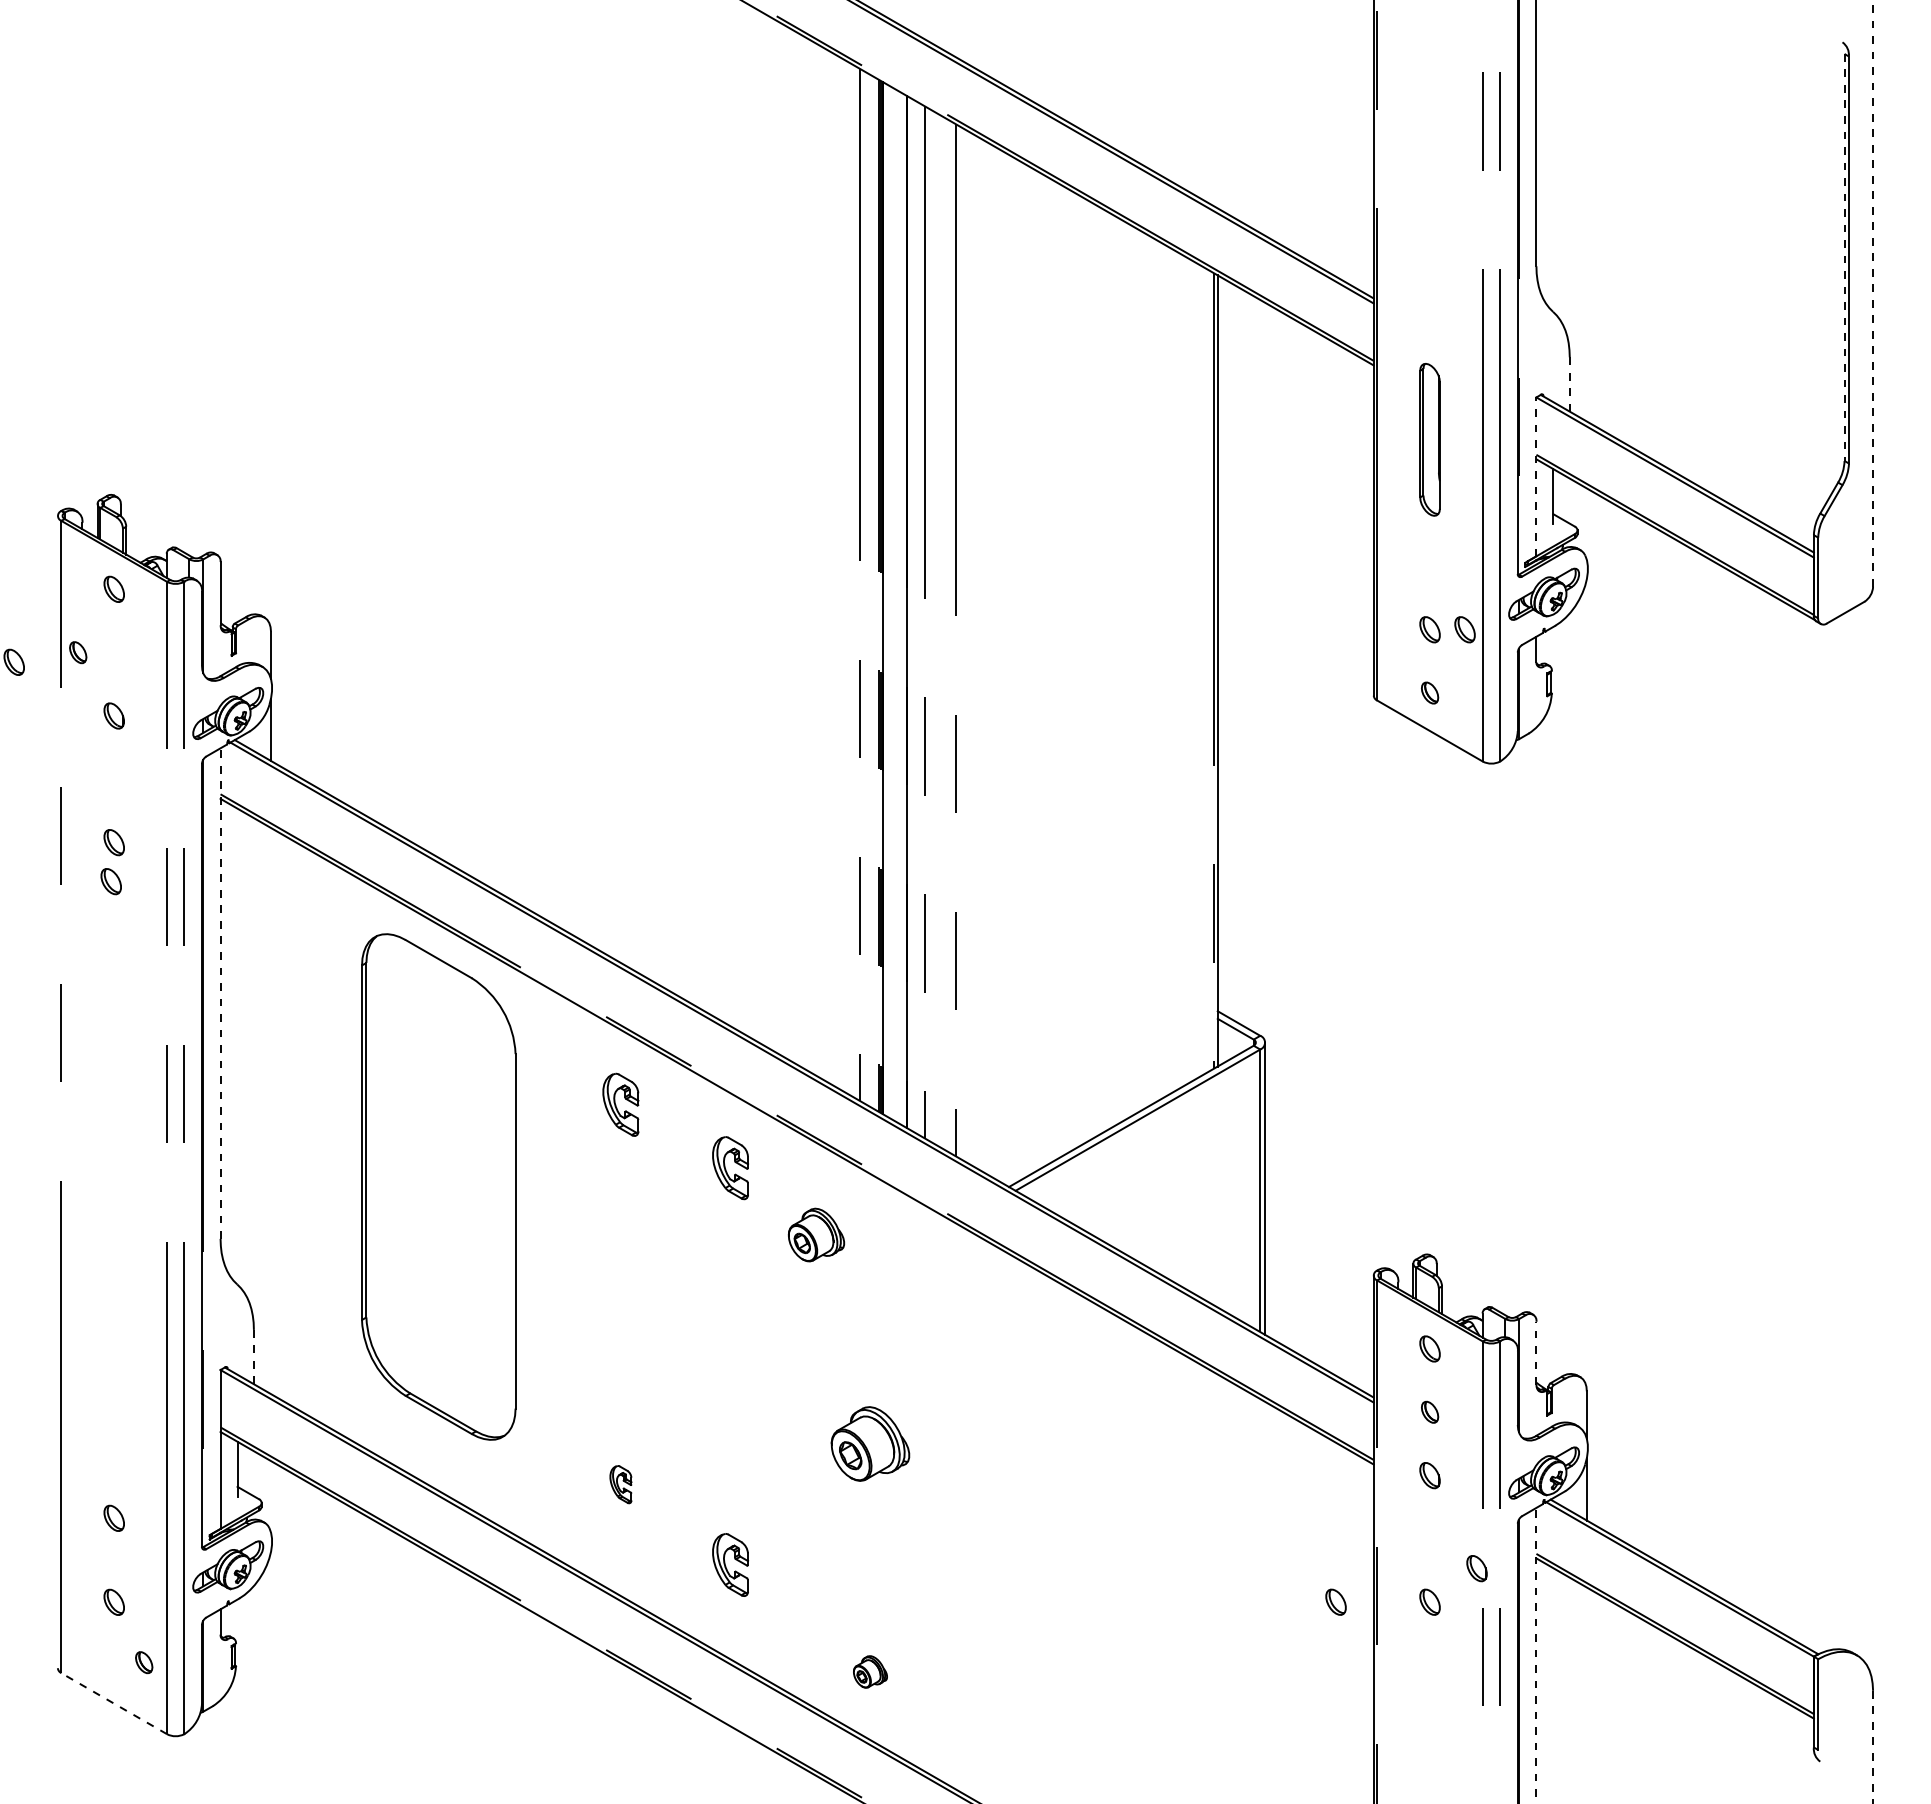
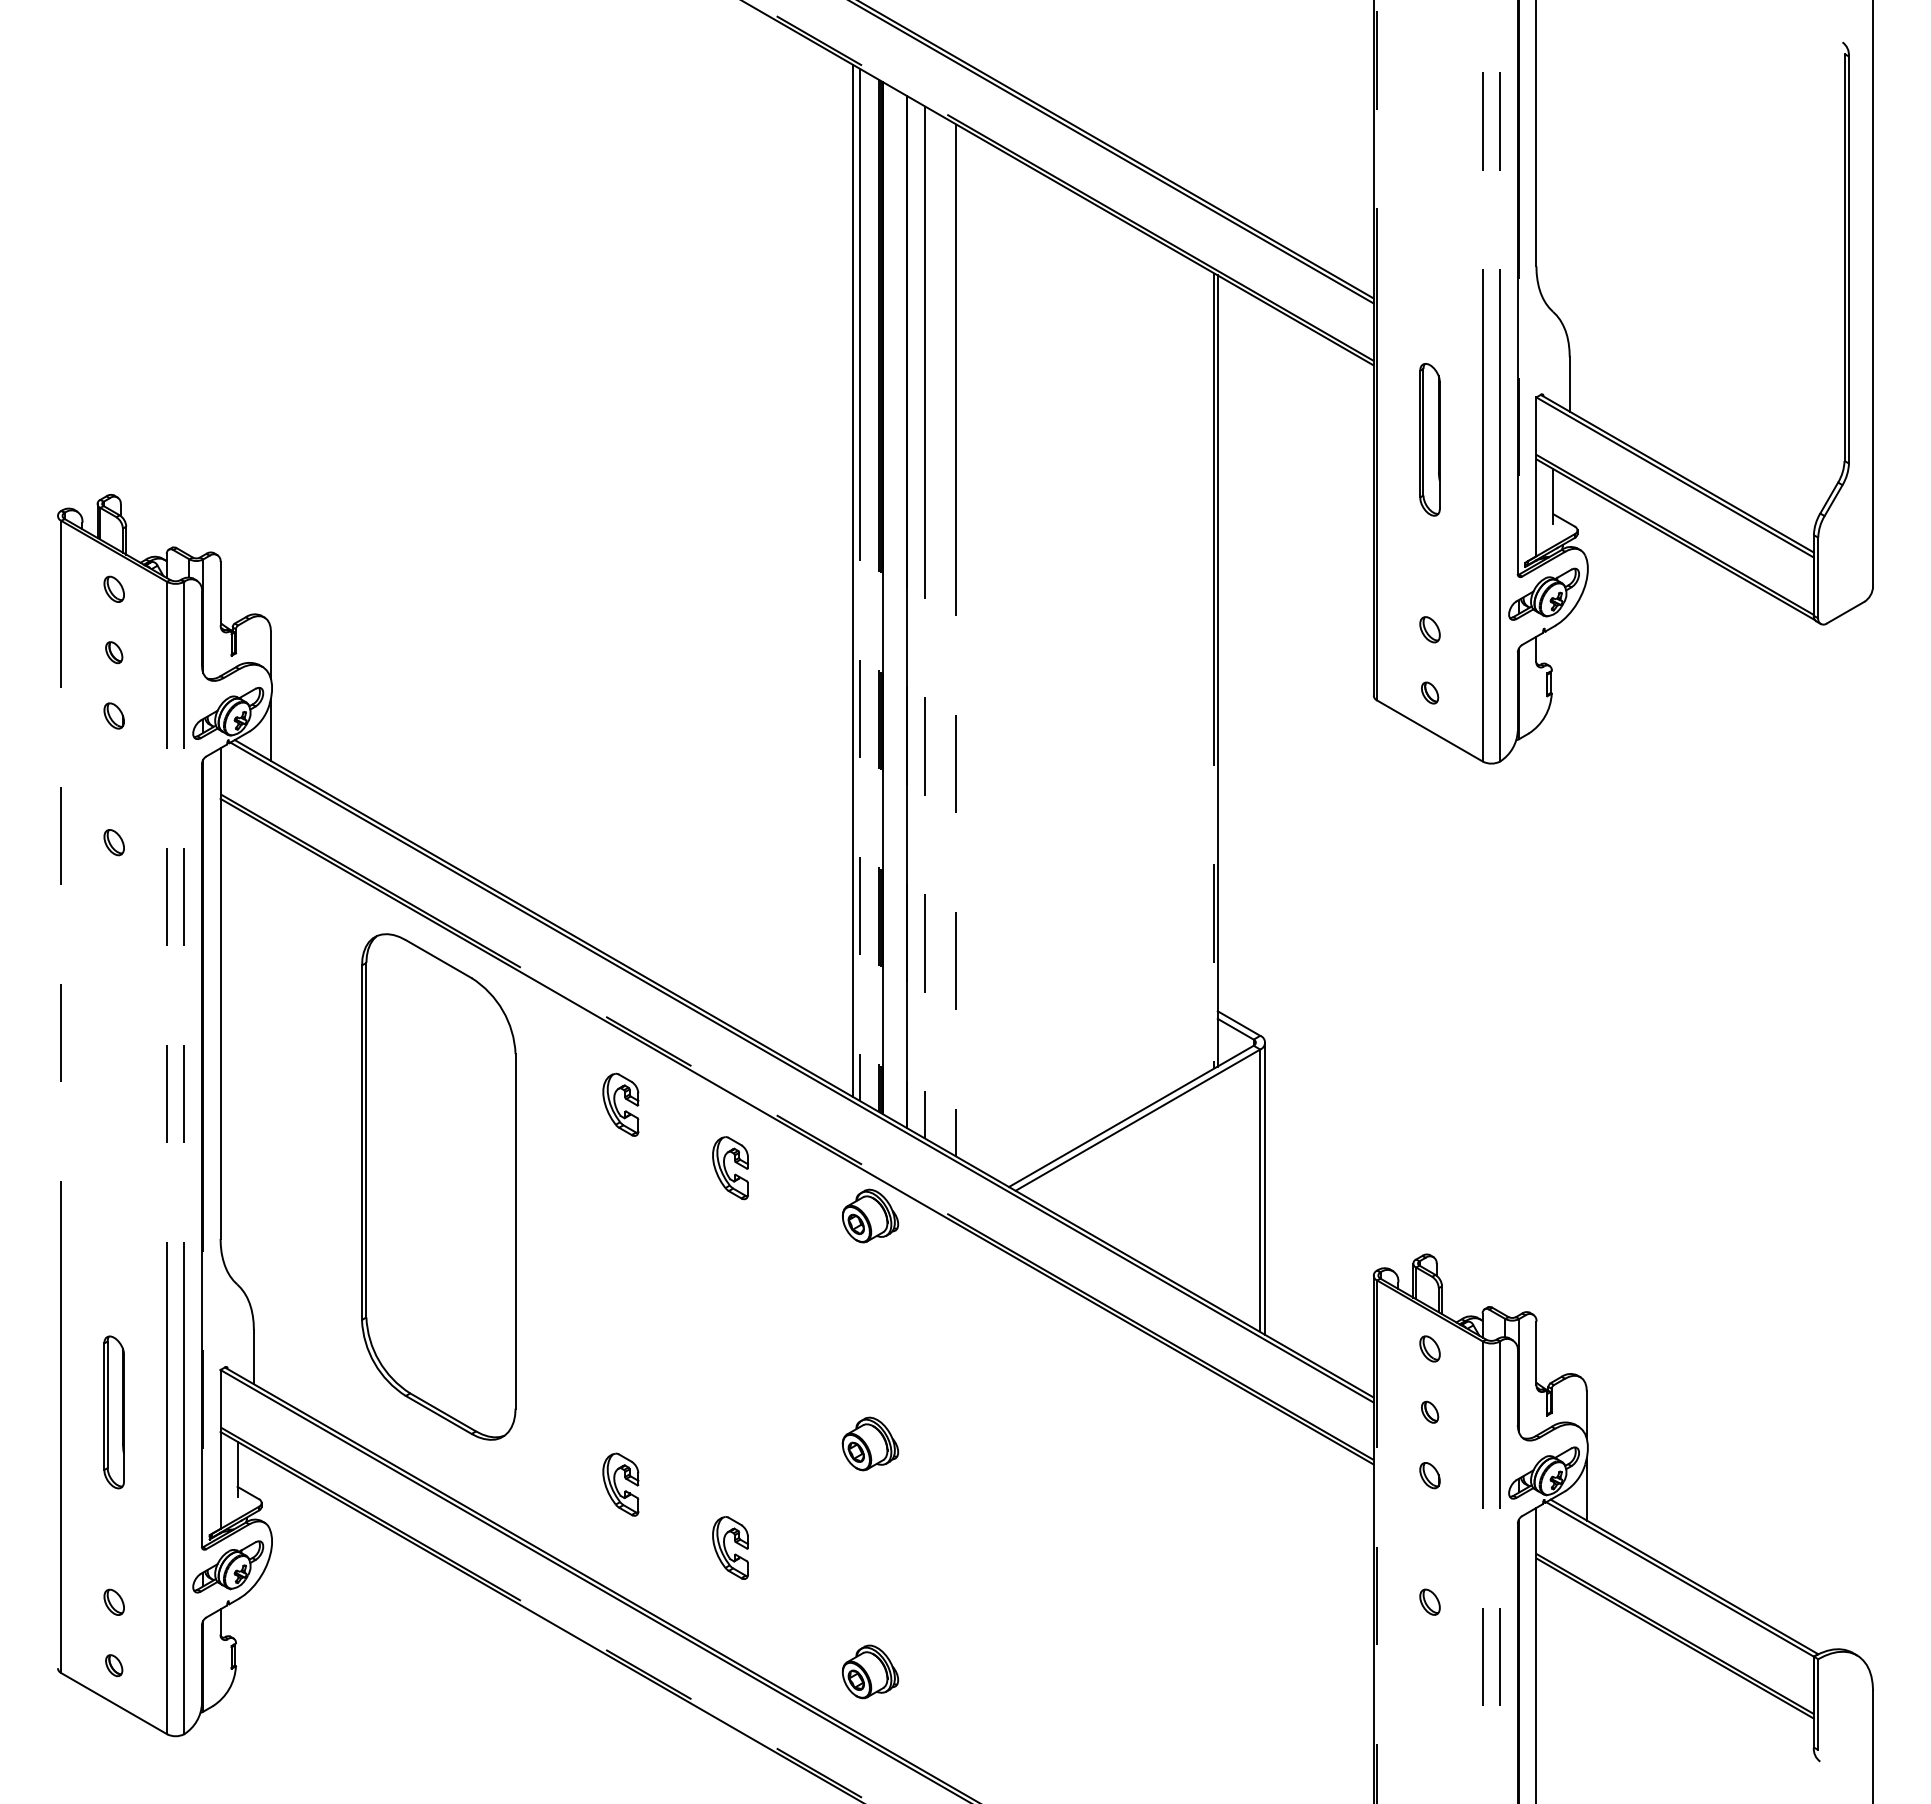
line at (1844, 257): dashed -> solid
line at (1873, 293): dashed -> solid
line at (1569, 383): dashed -> solid
line at (1536, 476): dashed -> solid
line at (852, 580): none -> present
part at (1464, 629): present -> none
part at (78, 652) position: (78, 652) -> (114, 652)
part at (13, 661): present -> none
part at (110, 881): present -> none
line at (220, 993): dashed -> solid
part at (816, 1234) position: (816, 1234) -> (870, 1215)
line at (1536, 1353): dashed -> solid
line at (253, 1356): dashed -> solid
part at (113, 1412): none -> present
part at (870, 1443) size: 81x76 px -> 59x56 px
part at (620, 1484) size: 24x40 px -> 38x65 px
part at (113, 1517): present -> none
part at (730, 1564) position: (730, 1564) -> (730, 1547)
part at (1476, 1568): present -> none
part at (1335, 1601): present -> none
line at (1536, 1655): dashed -> solid
part at (144, 1662) position: (144, 1662) -> (114, 1665)
part at (870, 1671) size: 35x34 px -> 59x56 px
line at (113, 1703): dashed -> solid
line at (1873, 1746): dashed -> solid
